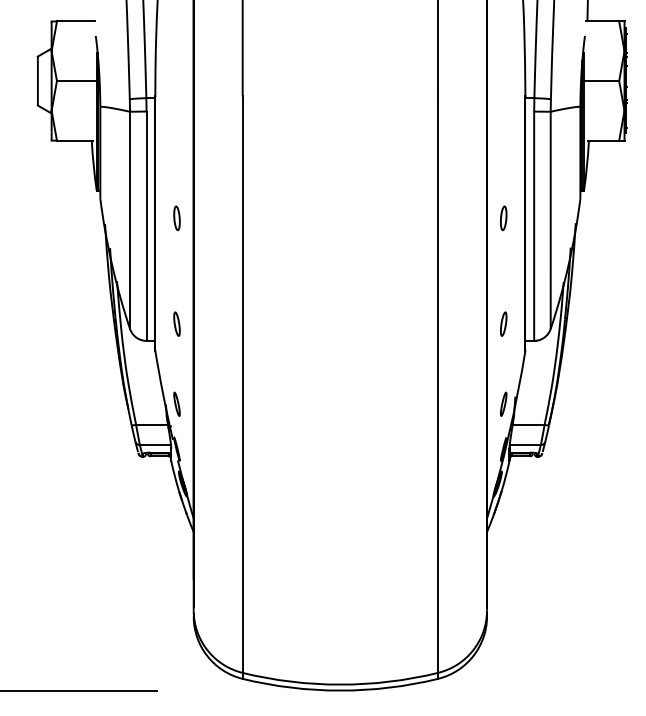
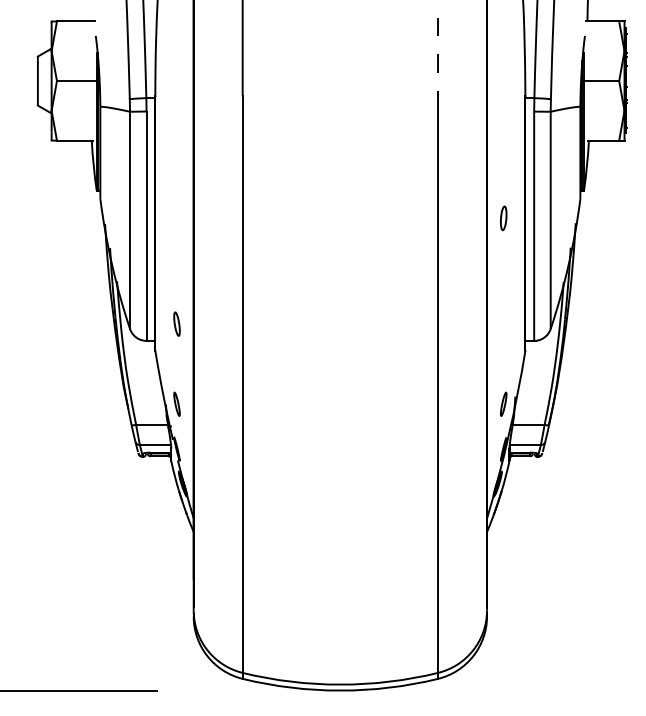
line at (438, 48): solid -> dashed
part at (176, 217): present -> none
part at (503, 323): present -> none
